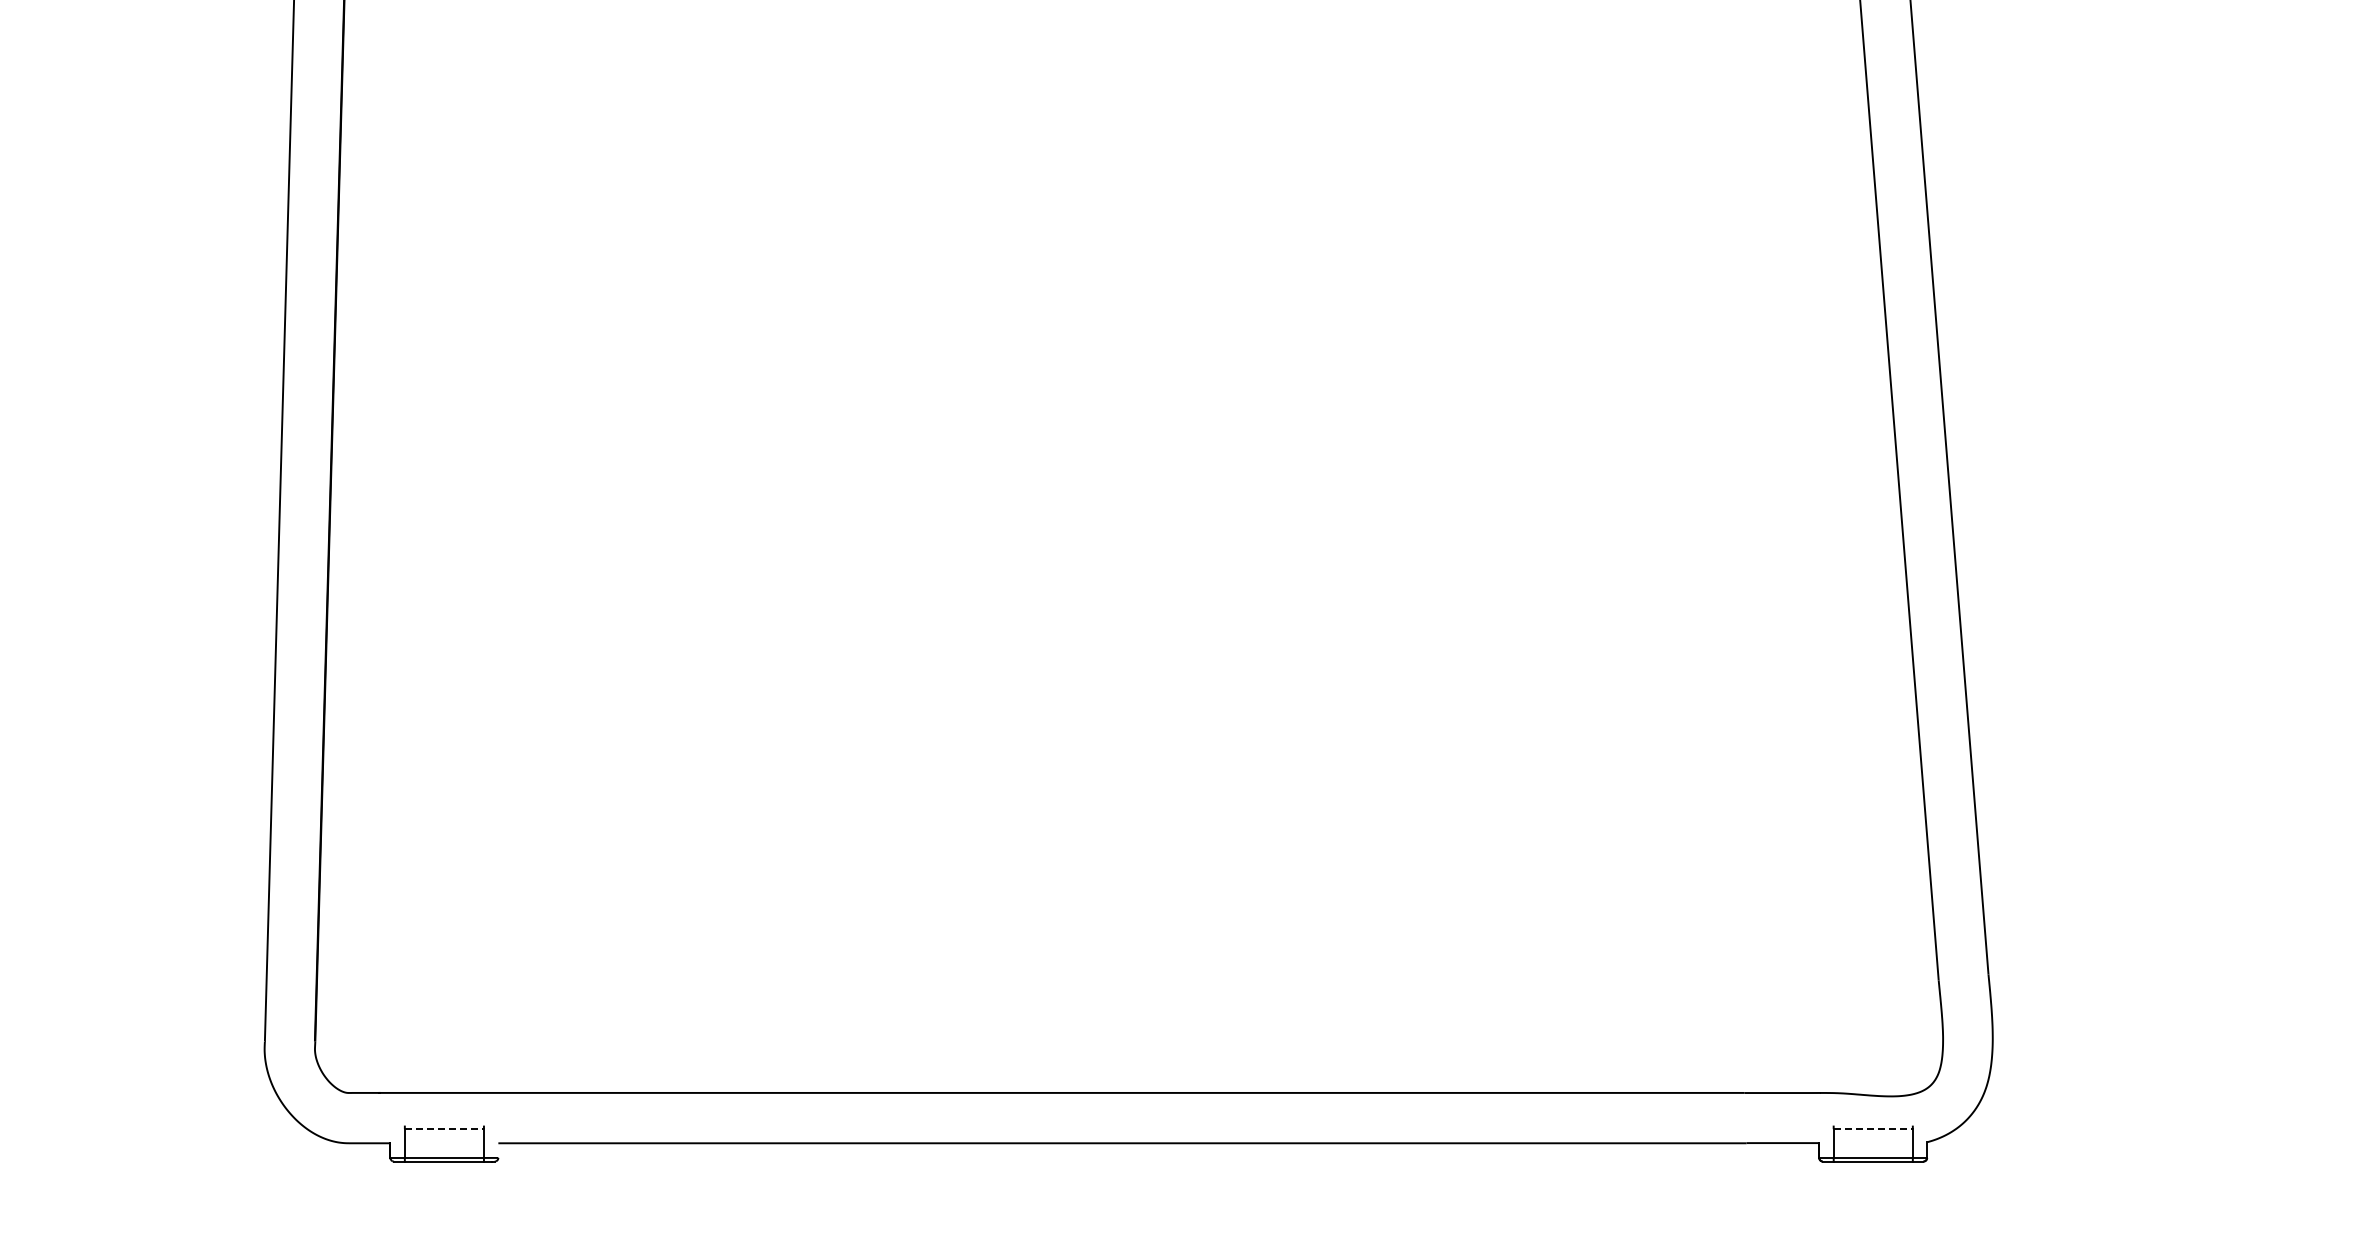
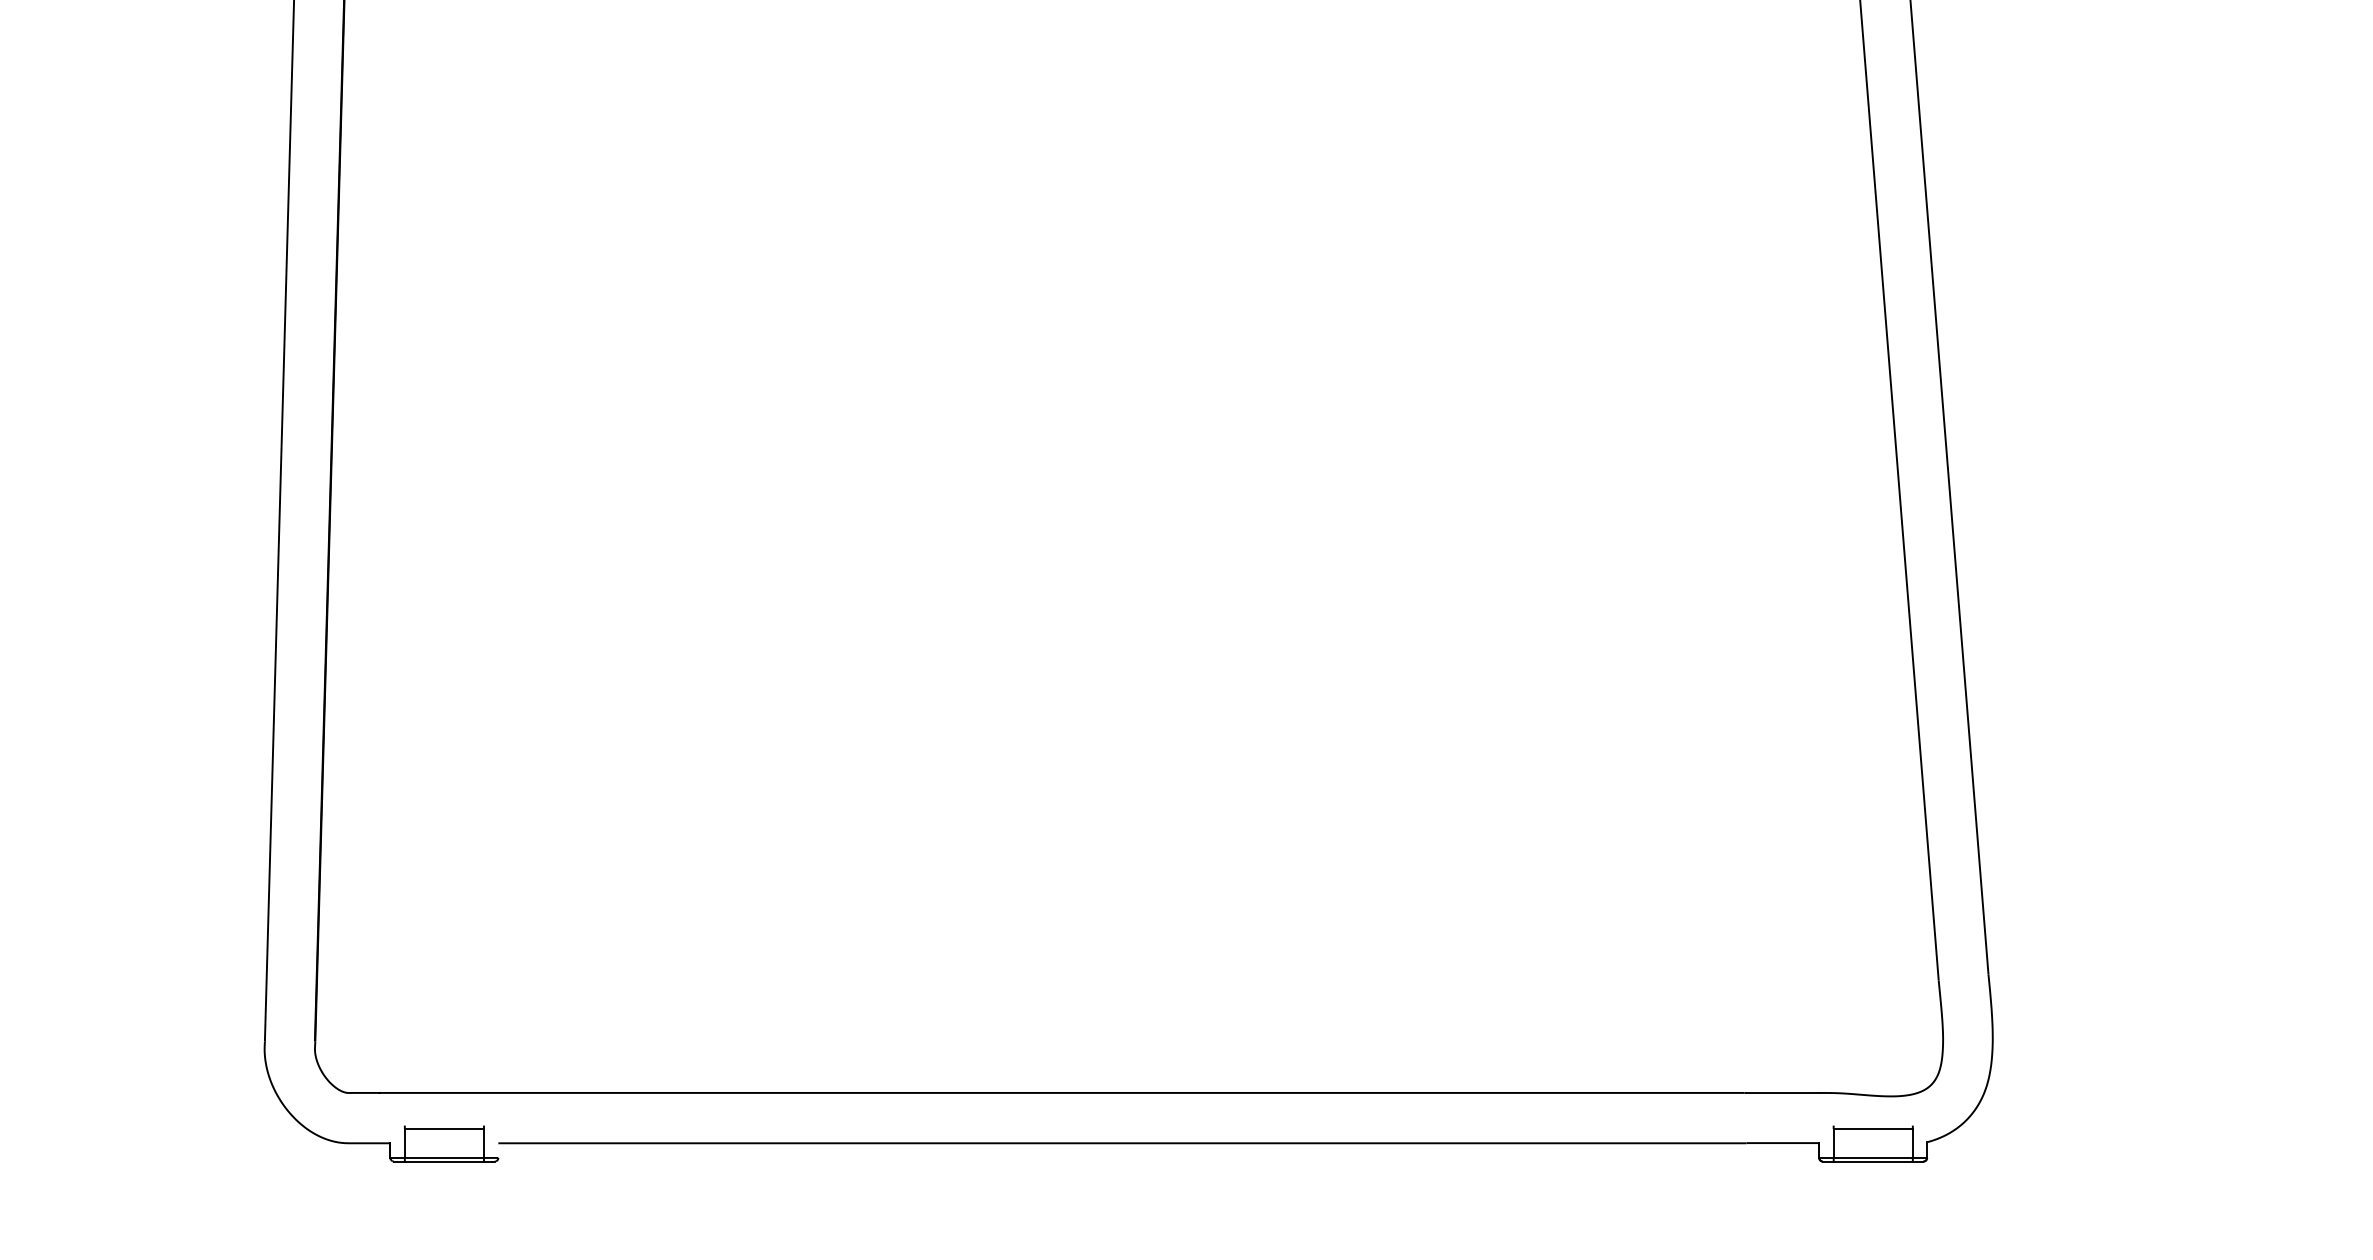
line at (444, 1129): dashed -> solid
line at (1873, 1129): dashed -> solid
